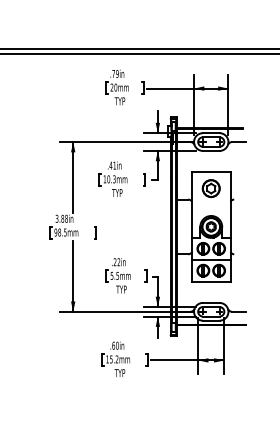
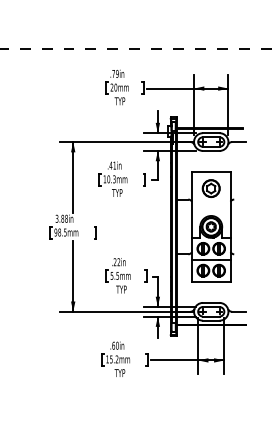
line at (140, 48): solid -> dashed
line at (139, 54): present -> none
